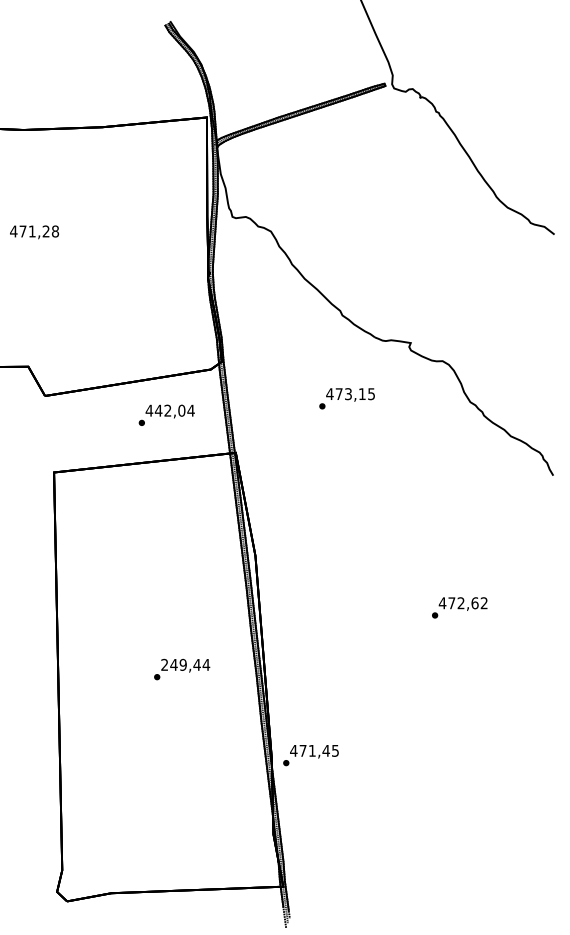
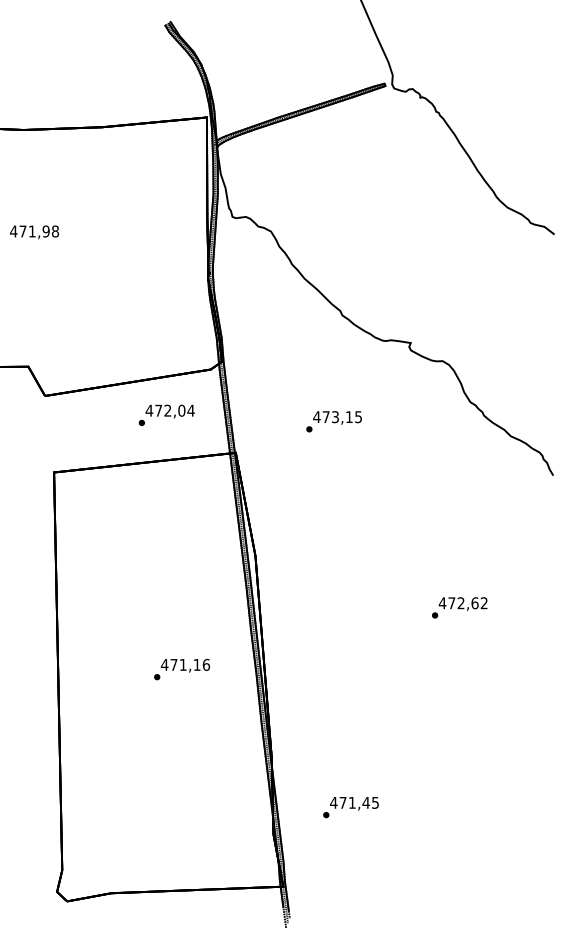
text at (45, 231): 471,28 -> 471,98
text at (346, 398) position: (346, 398) -> (333, 421)
text at (158, 410): 442,04 -> 472,04
text at (185, 664): 249,44 -> 471,16
text at (310, 755) position: (310, 755) -> (350, 807)
